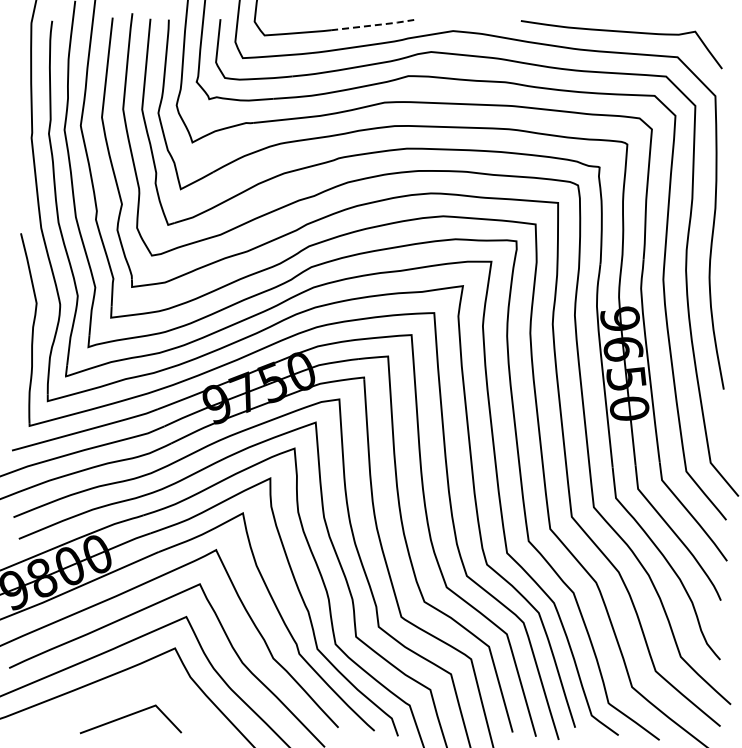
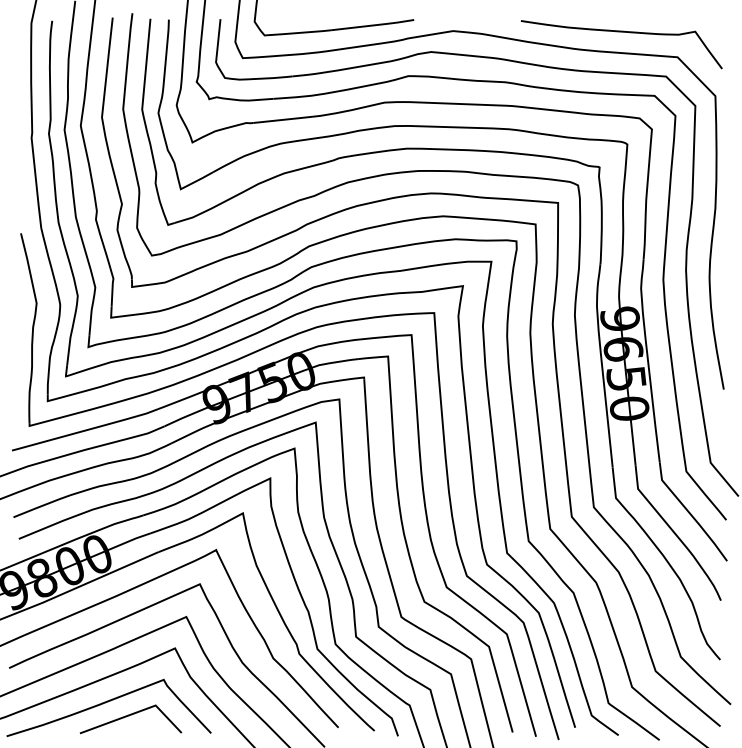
line at (374, 25): dashed -> solid
curve at (108, 702): none -> present
